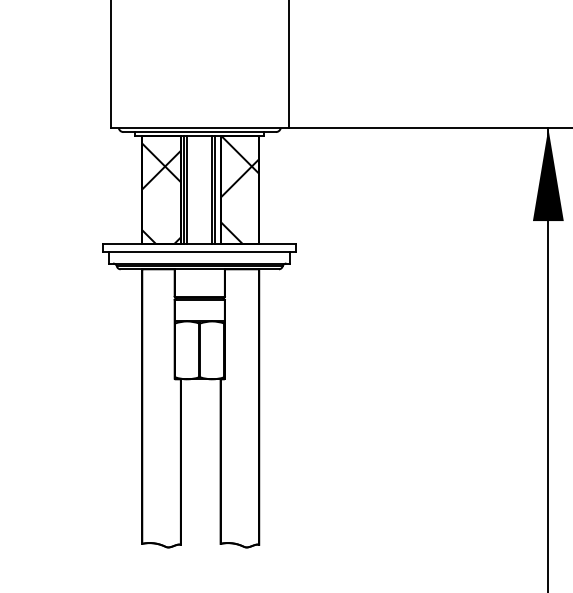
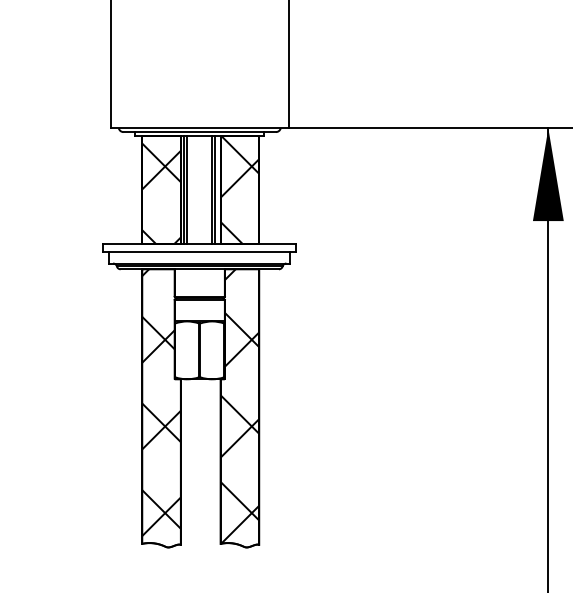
hatch at (161, 402): none -> present
hatch at (239, 406): none -> present
